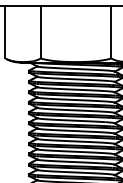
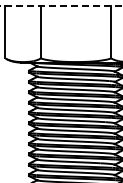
line at (61, 6): solid -> dashed
